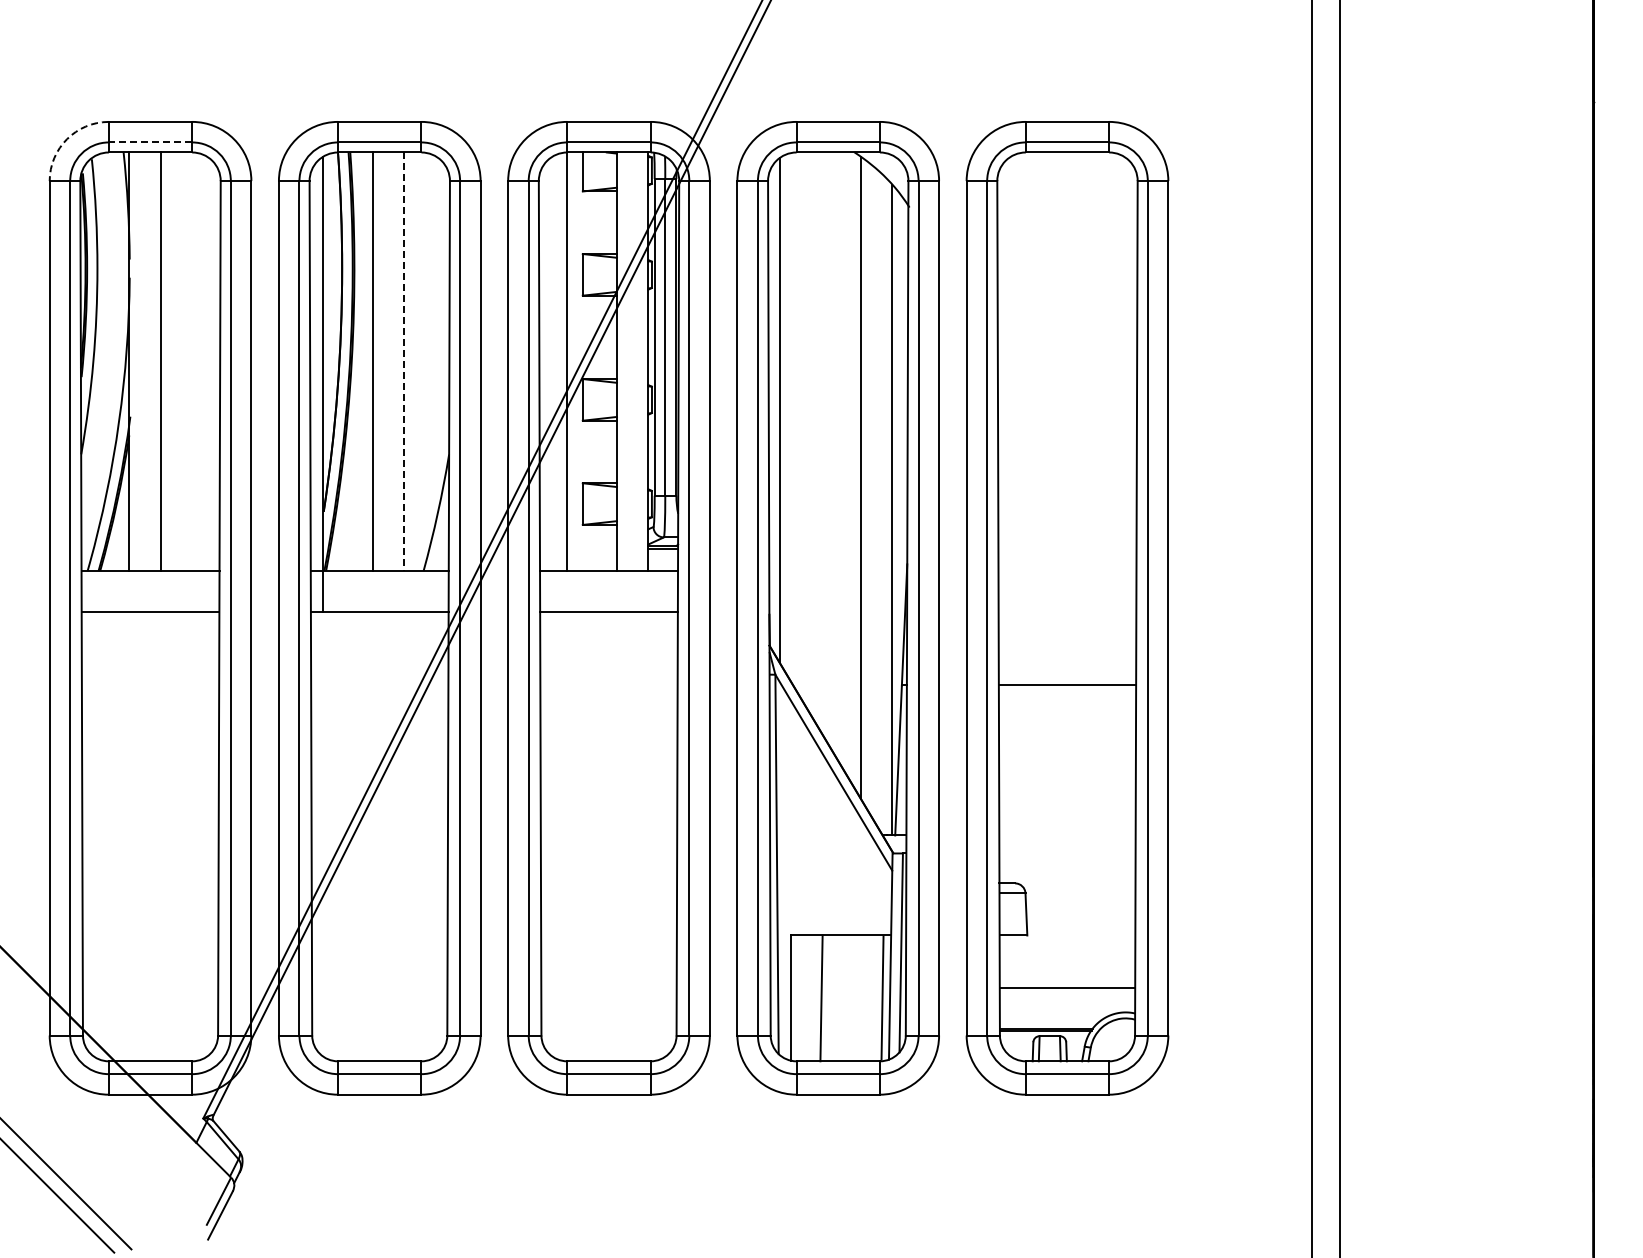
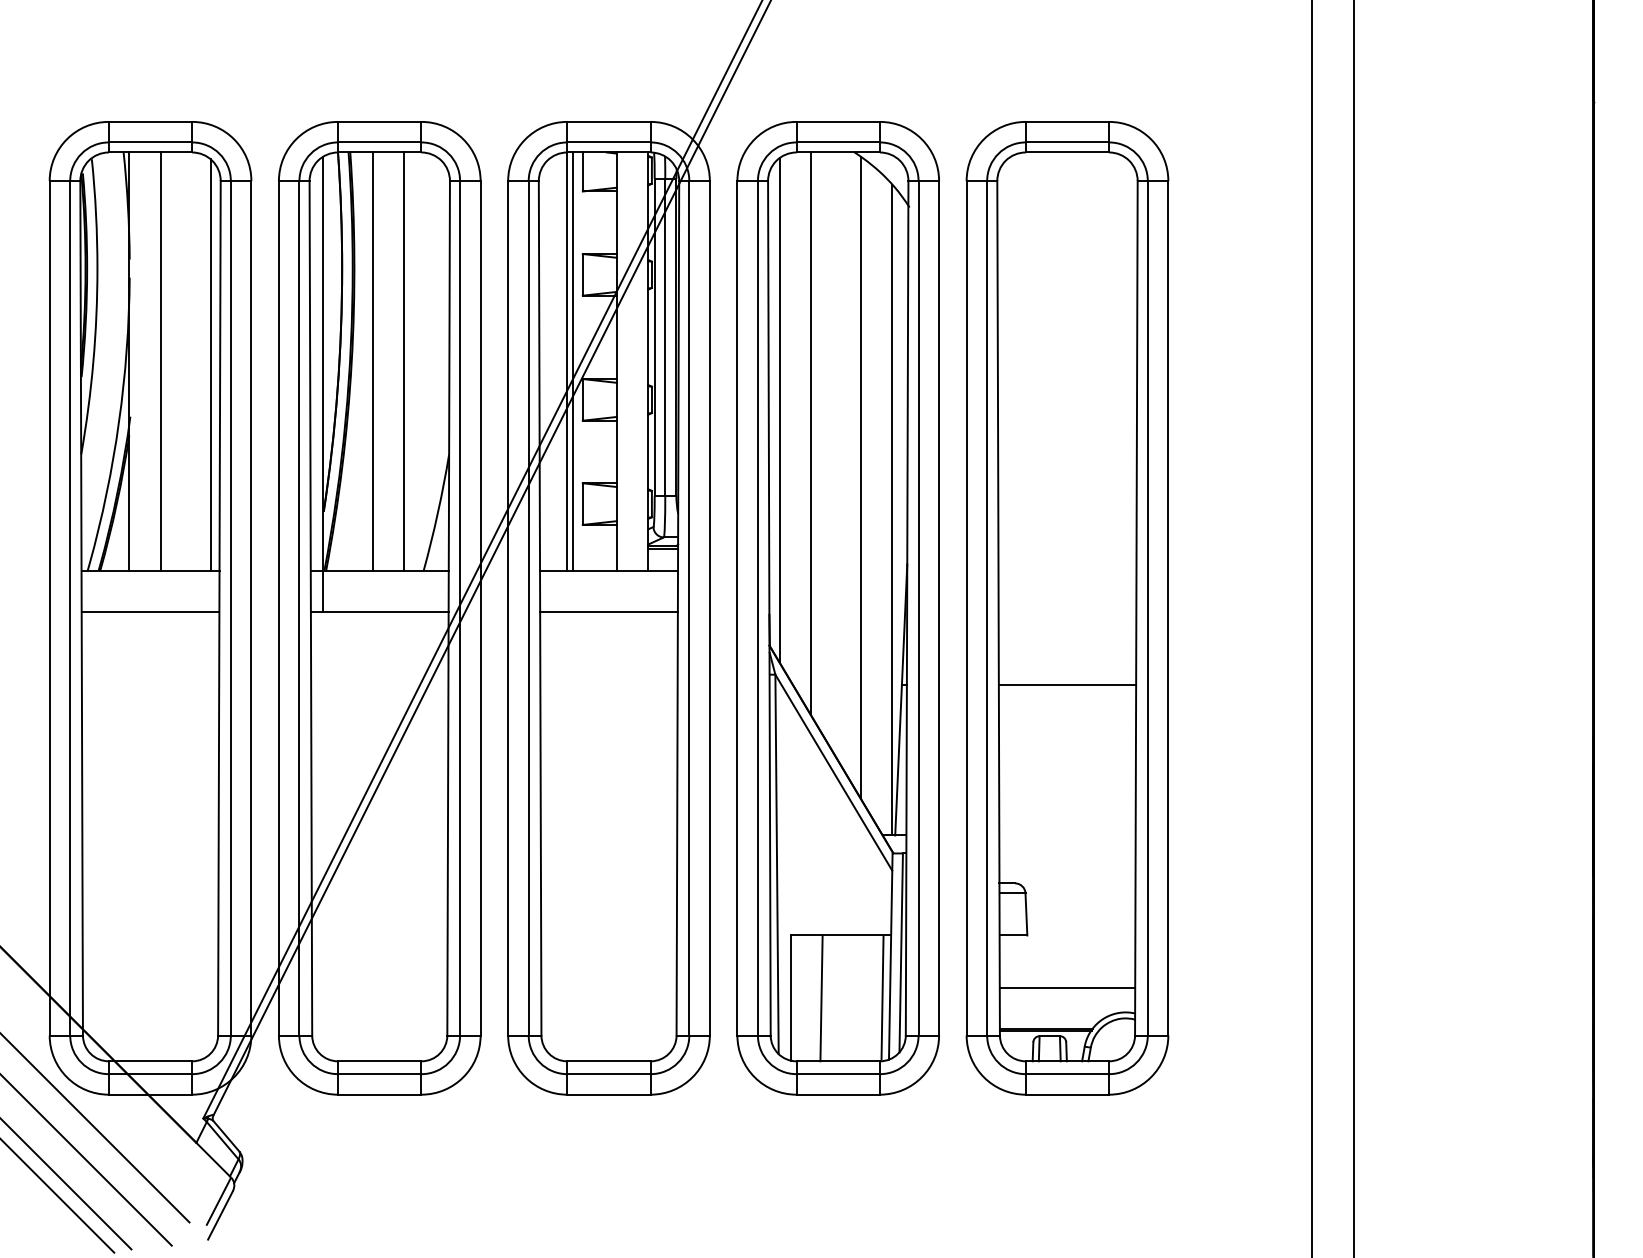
arc at (67, 139): dashed -> solid
line at (150, 142): dashed -> solid
line at (572, 361): none -> present
line at (404, 362): dashed -> solid
line at (210, 364): none -> present
line at (810, 433): none -> present
line at (1340, 628) position: (1340, 628) -> (1354, 628)
line at (95, 1128): none -> present
line at (86, 1160): none -> present
